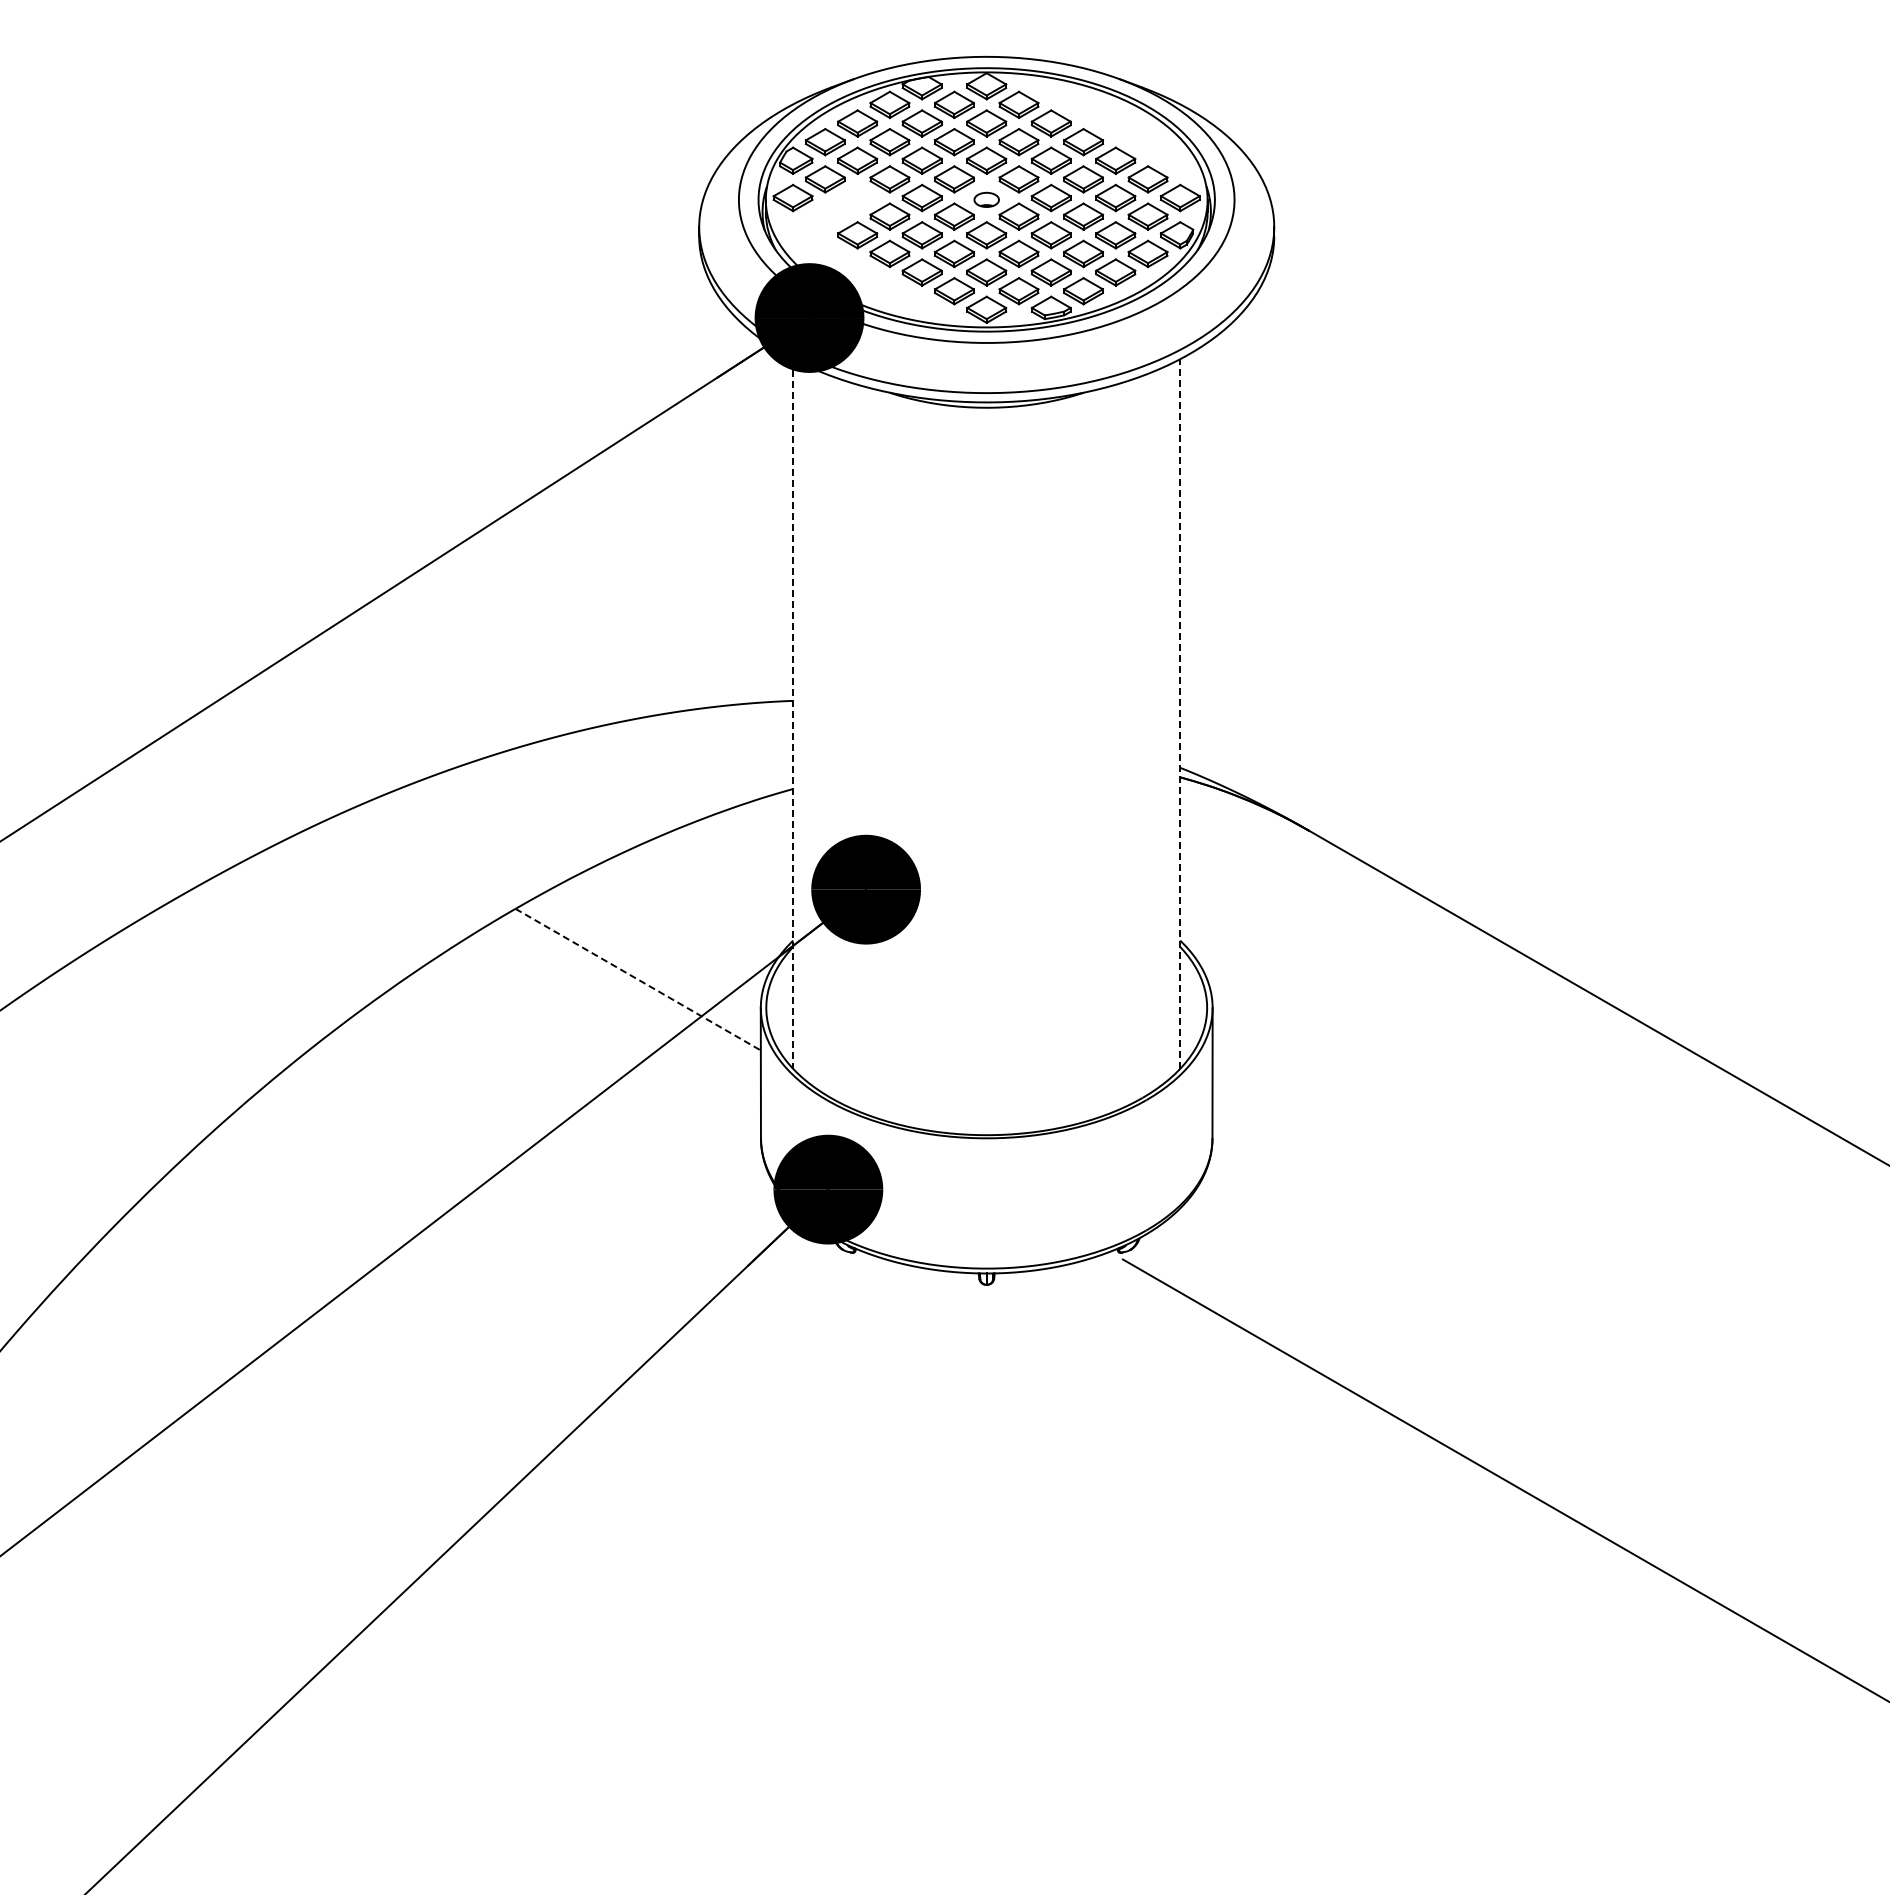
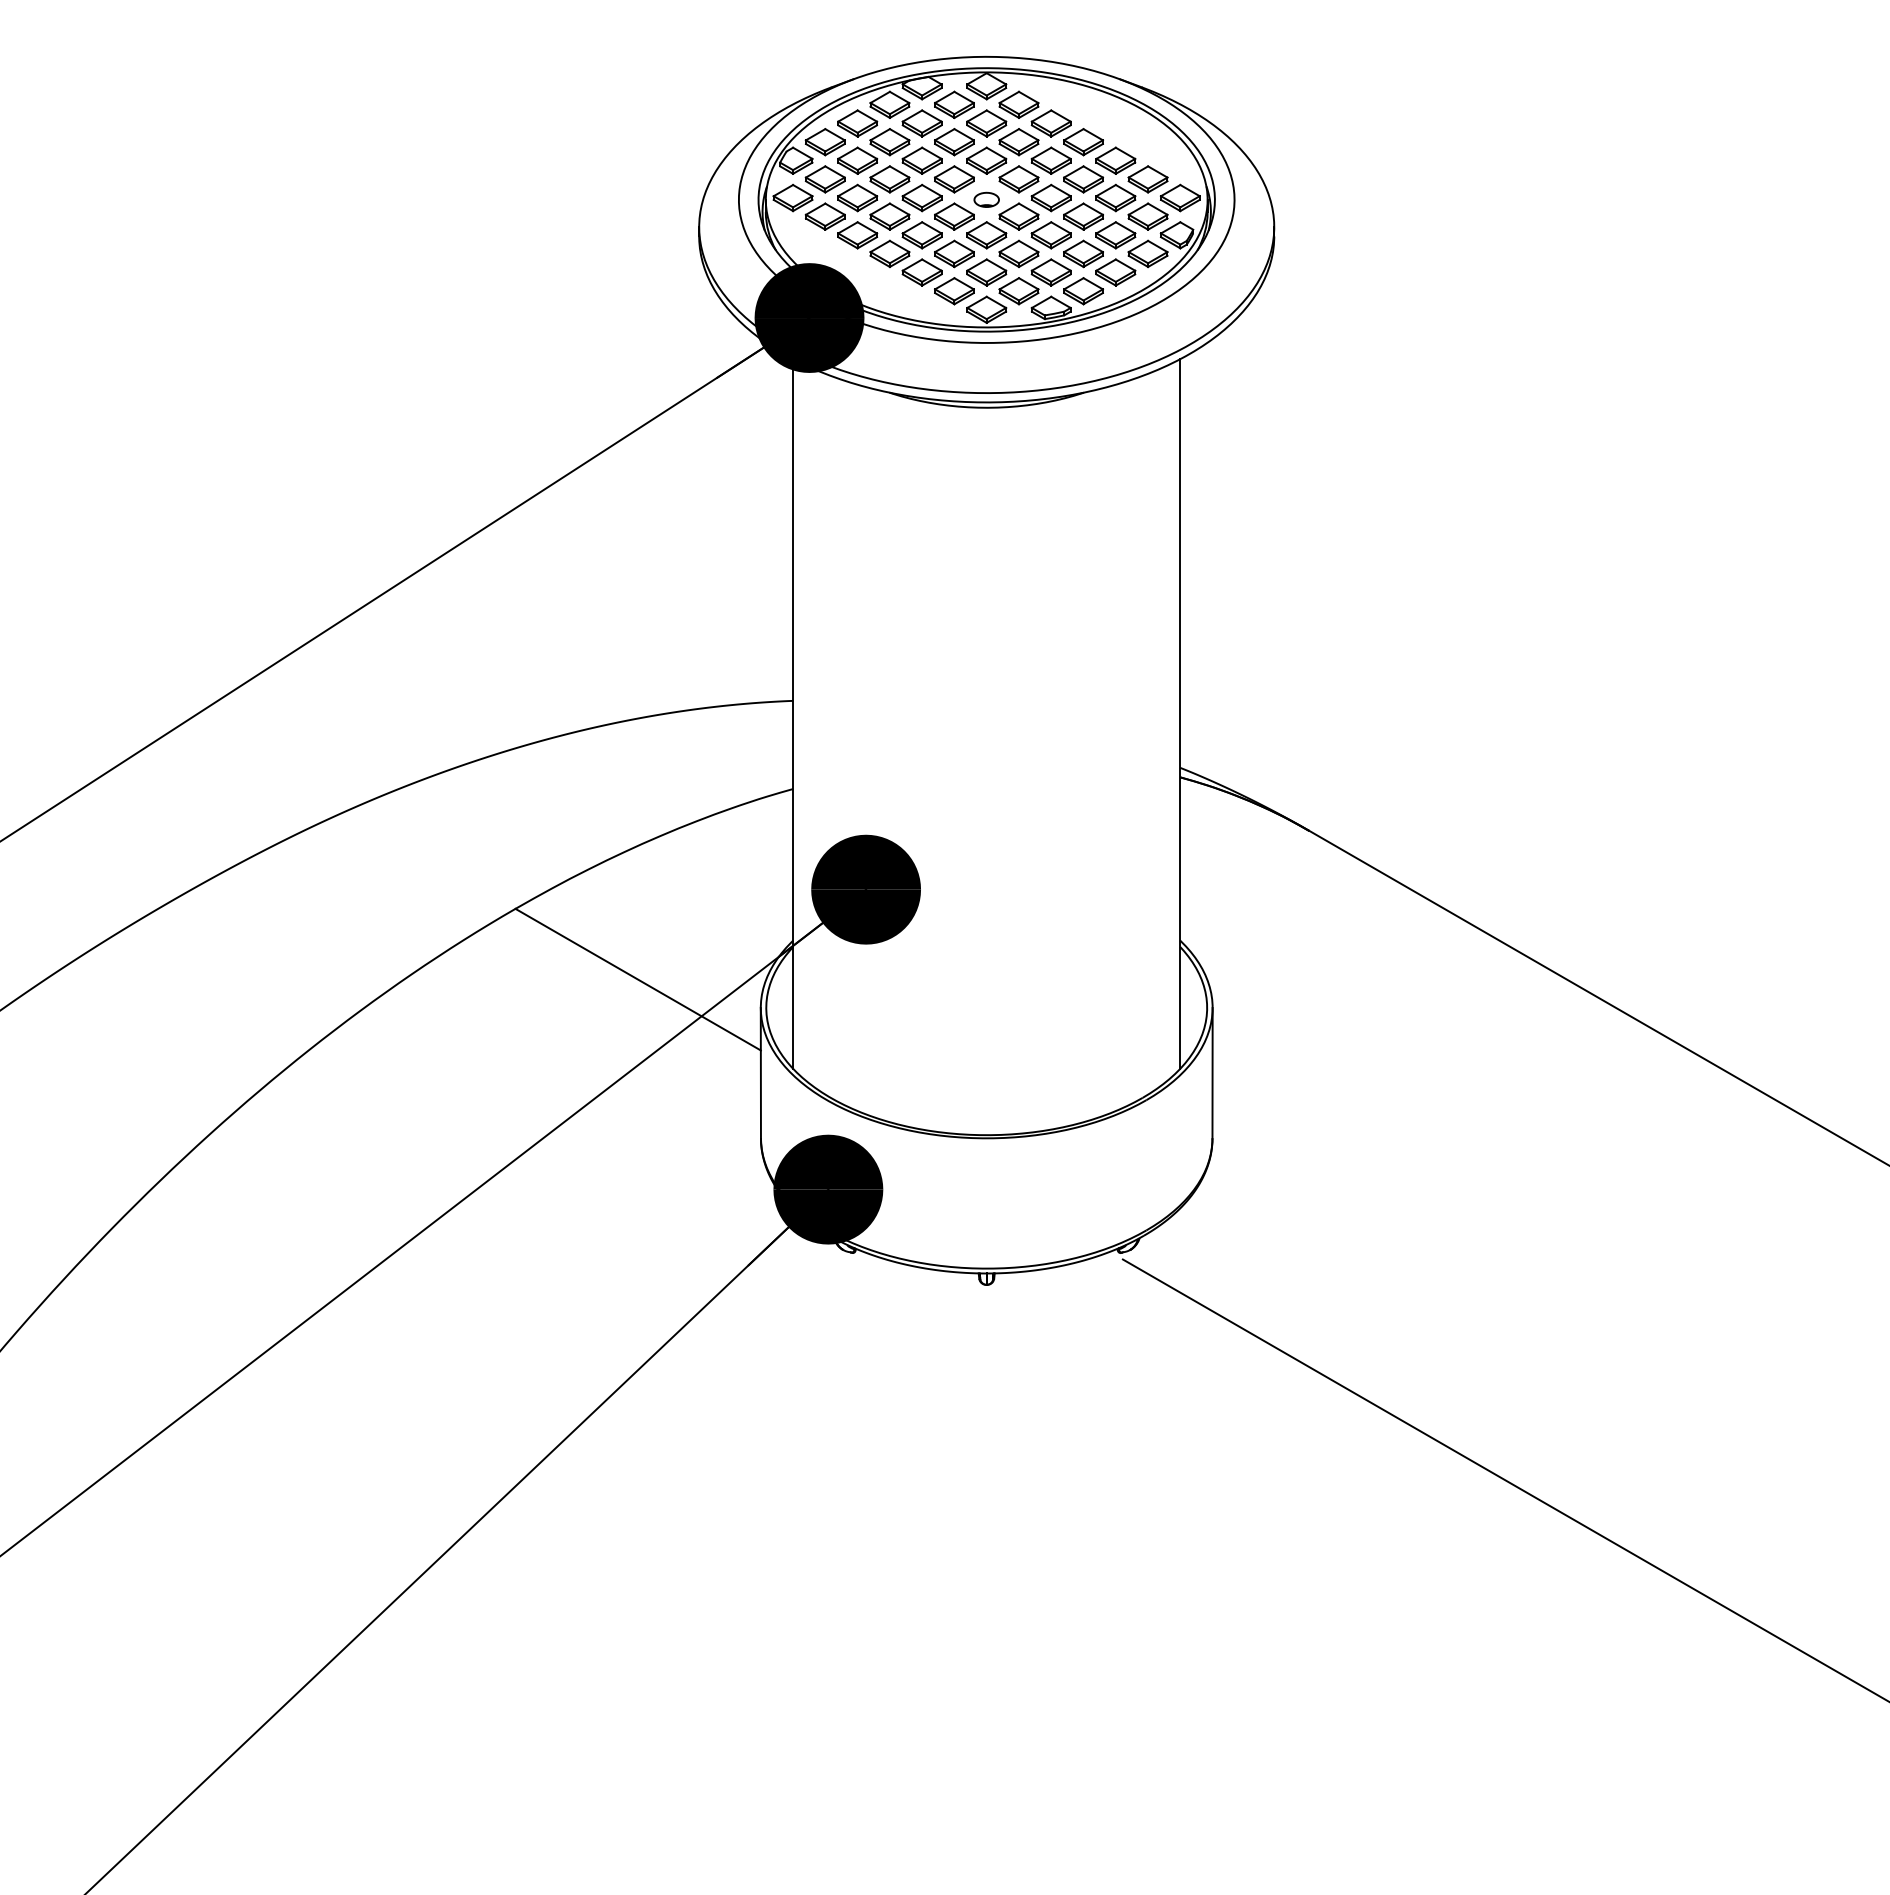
part at (841, 206): none -> present
line at (793, 714): dashed -> solid
line at (1180, 714): dashed -> solid
line at (638, 979): dashed -> solid
